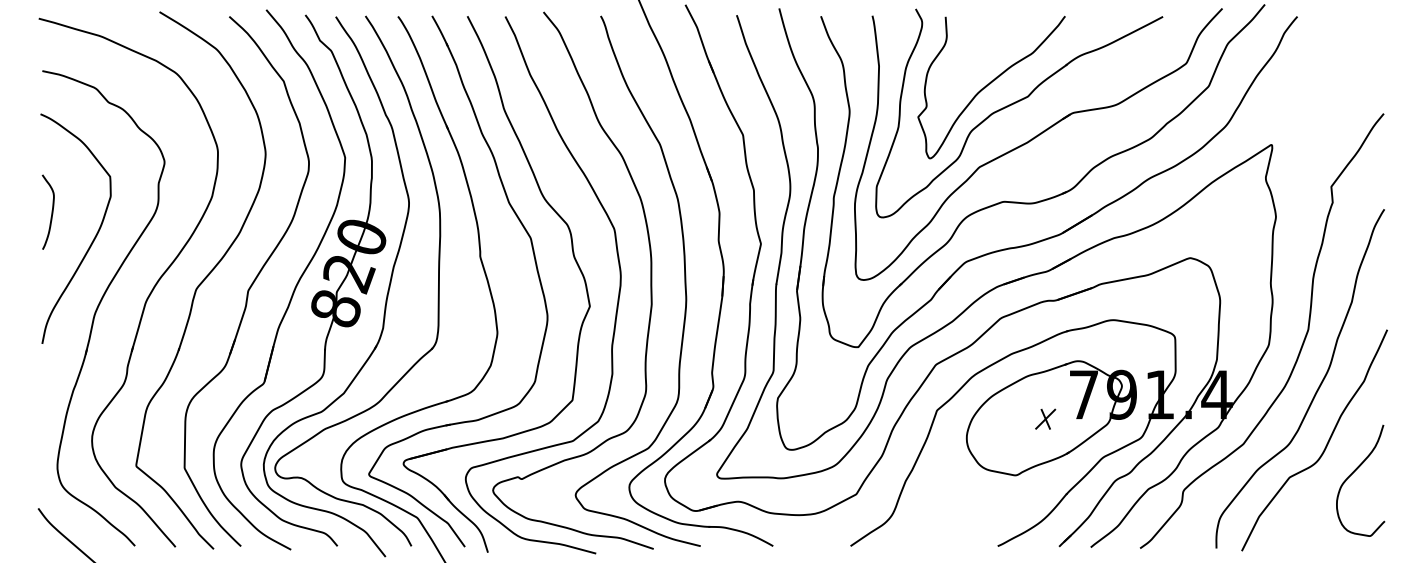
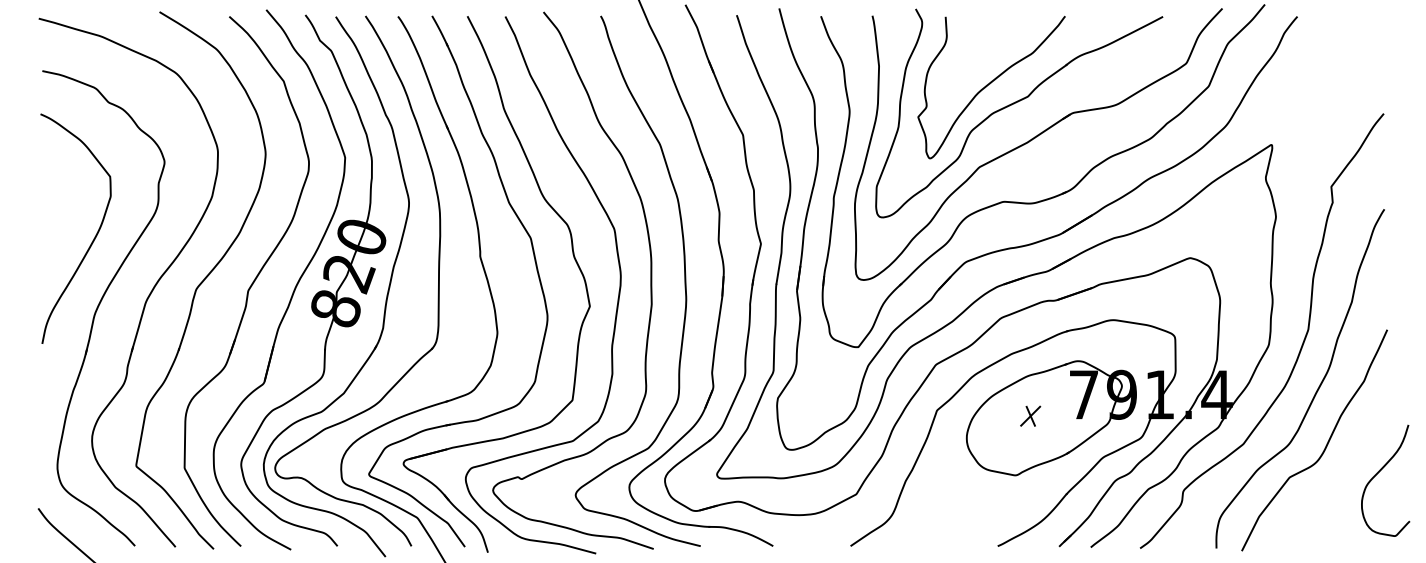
curve at (51, 211): present -> none
part at (1045, 418) position: (1045, 418) -> (1030, 415)
curve at (1353, 473) position: (1353, 473) -> (1378, 473)
